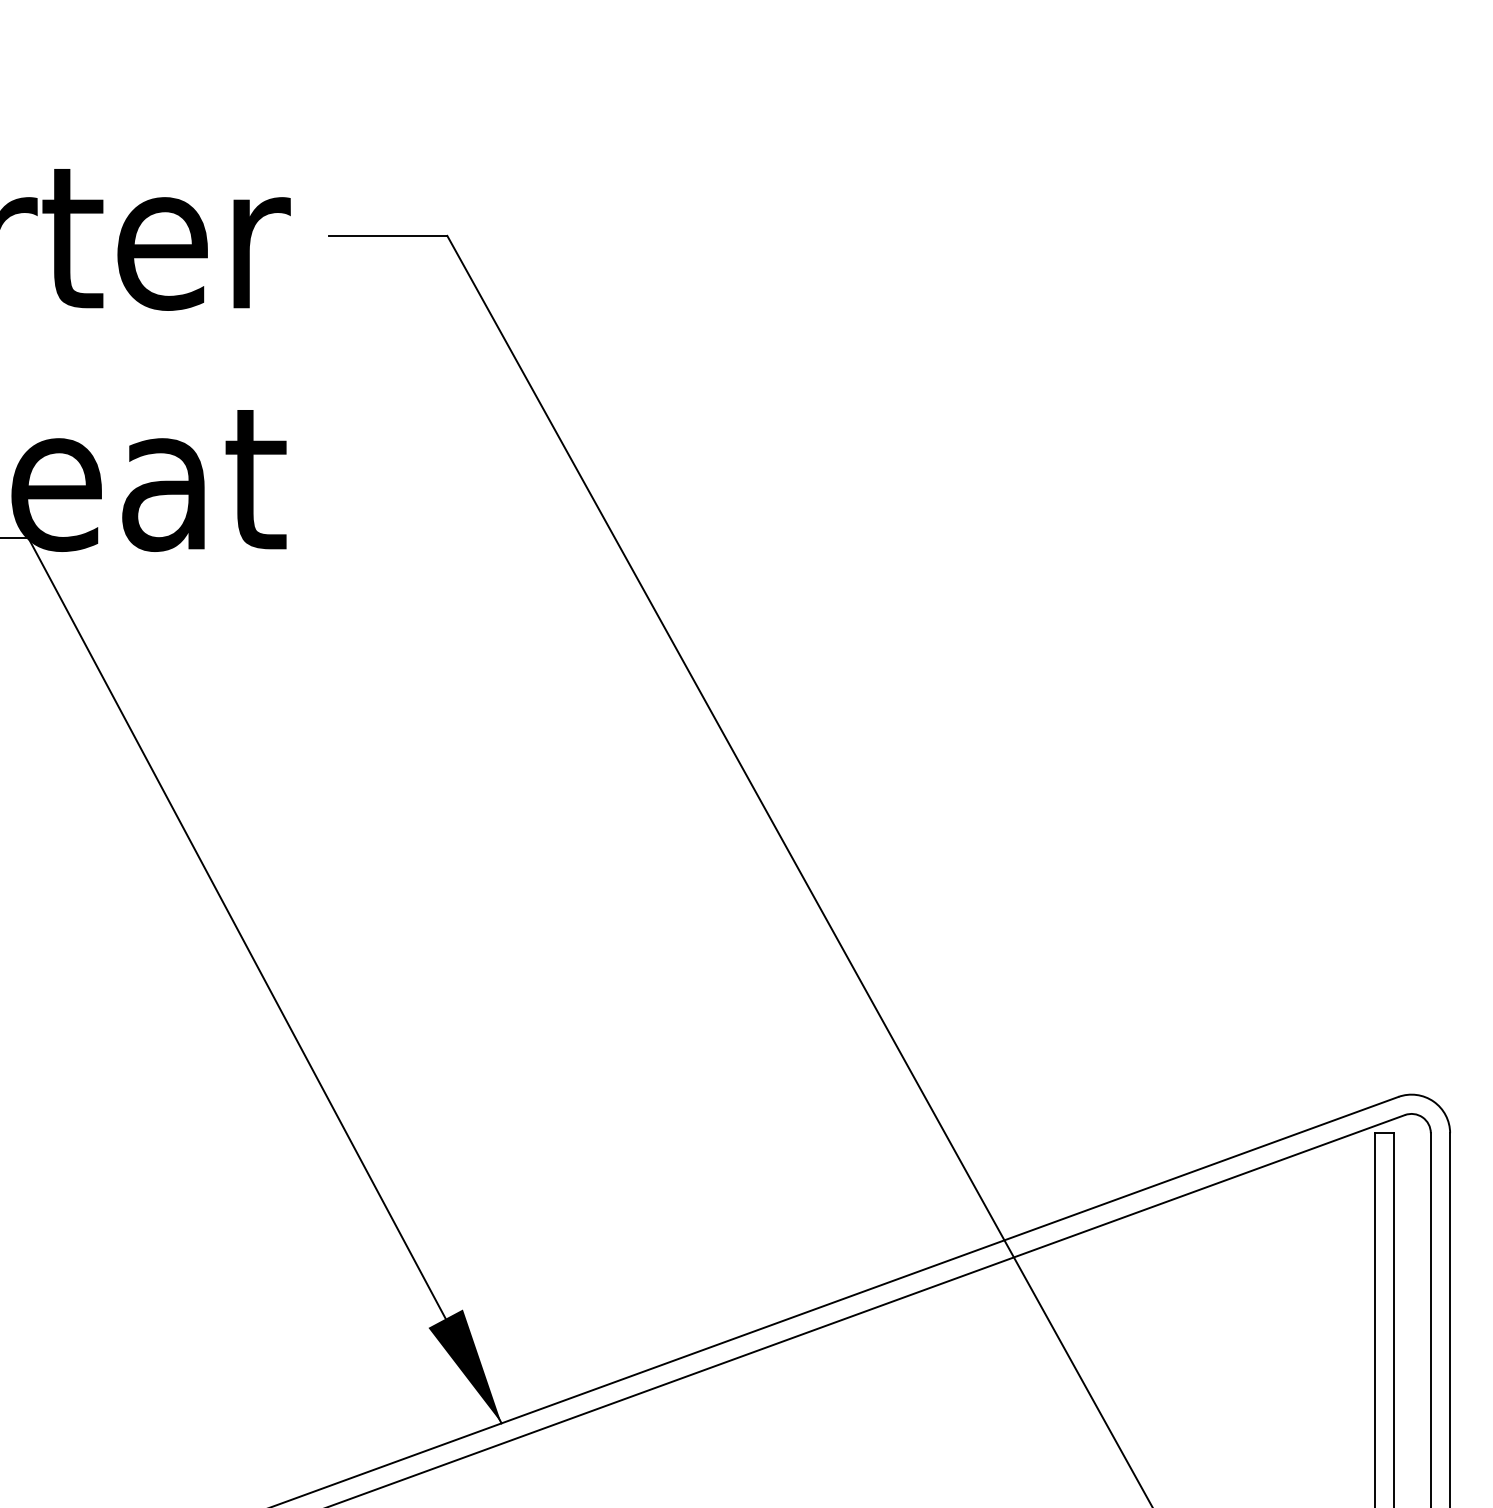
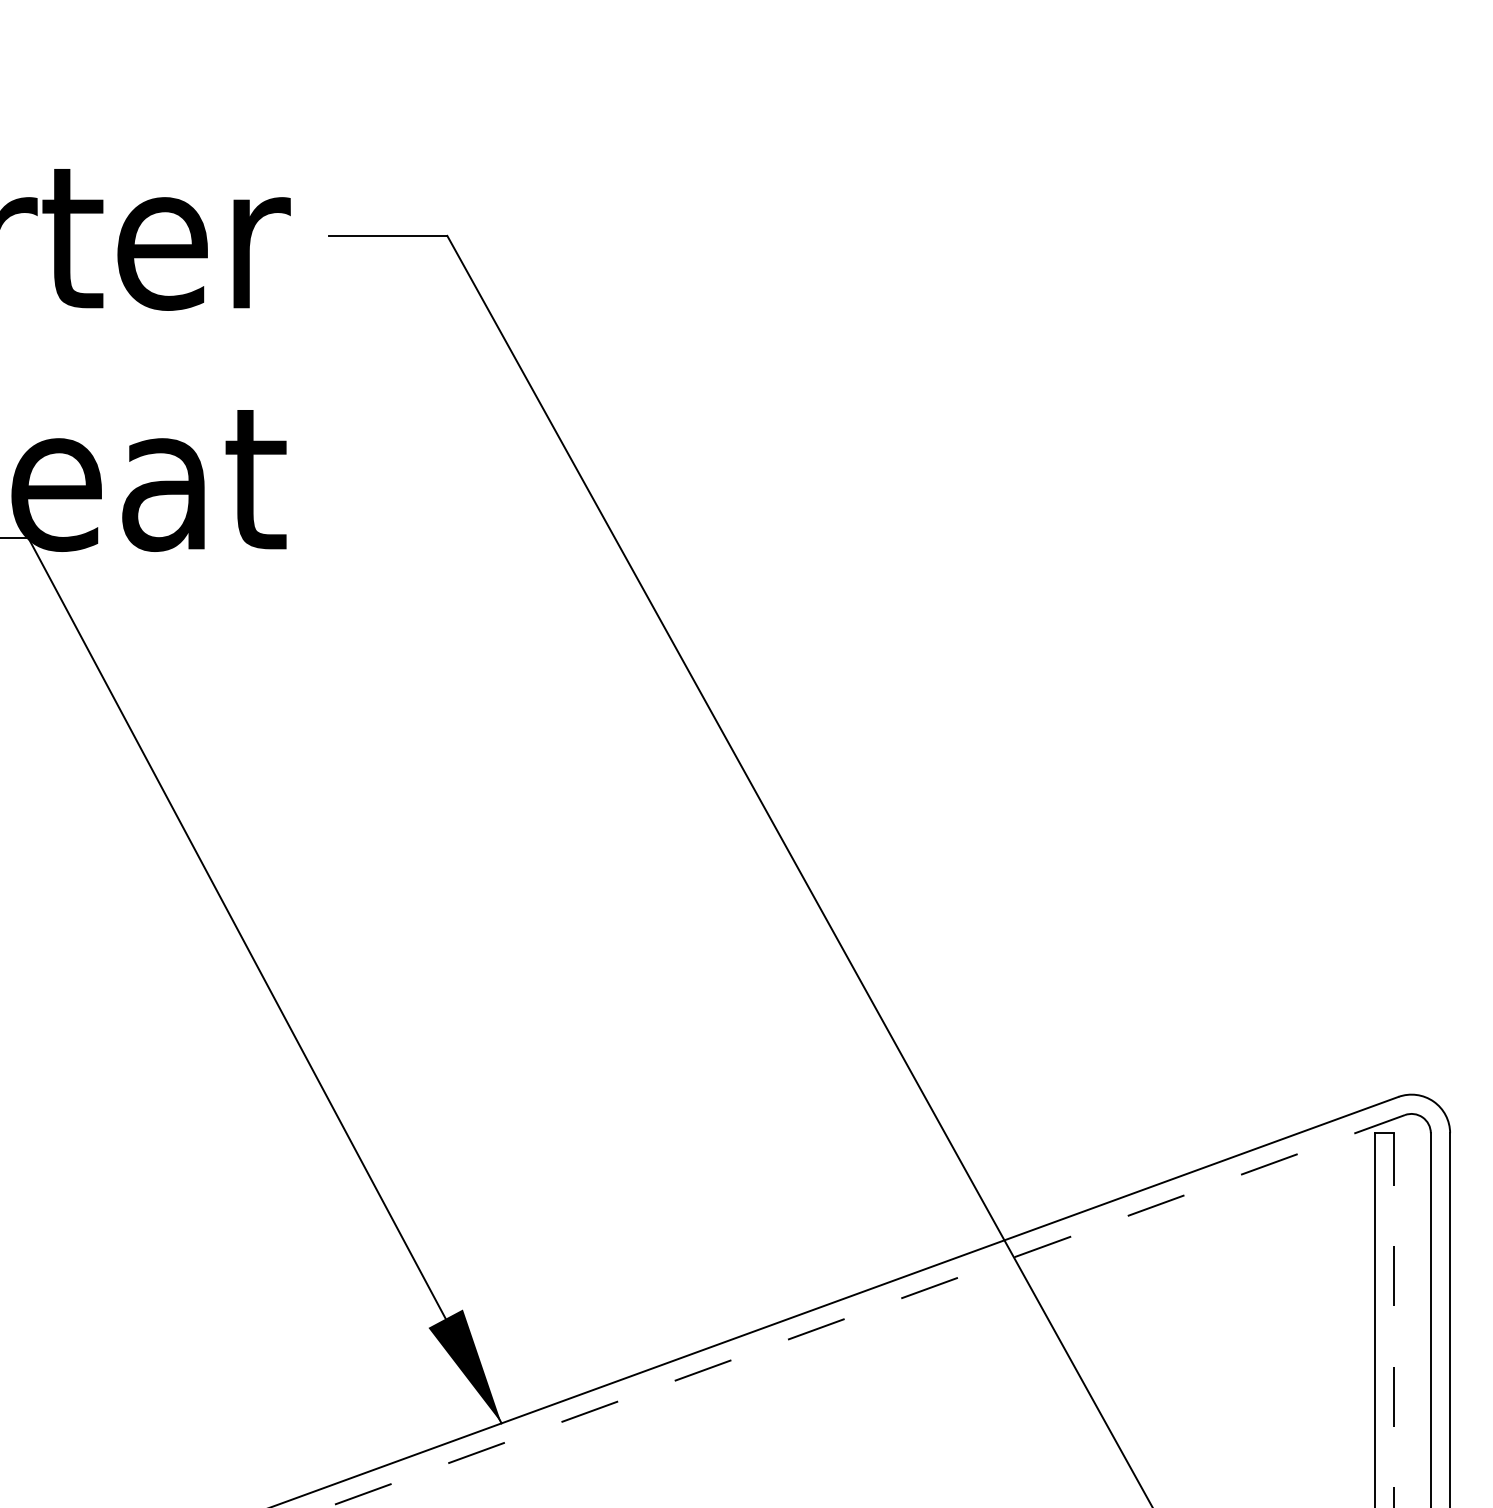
line at (865, 1311): solid -> dashed
line at (1394, 1320): solid -> dashed
